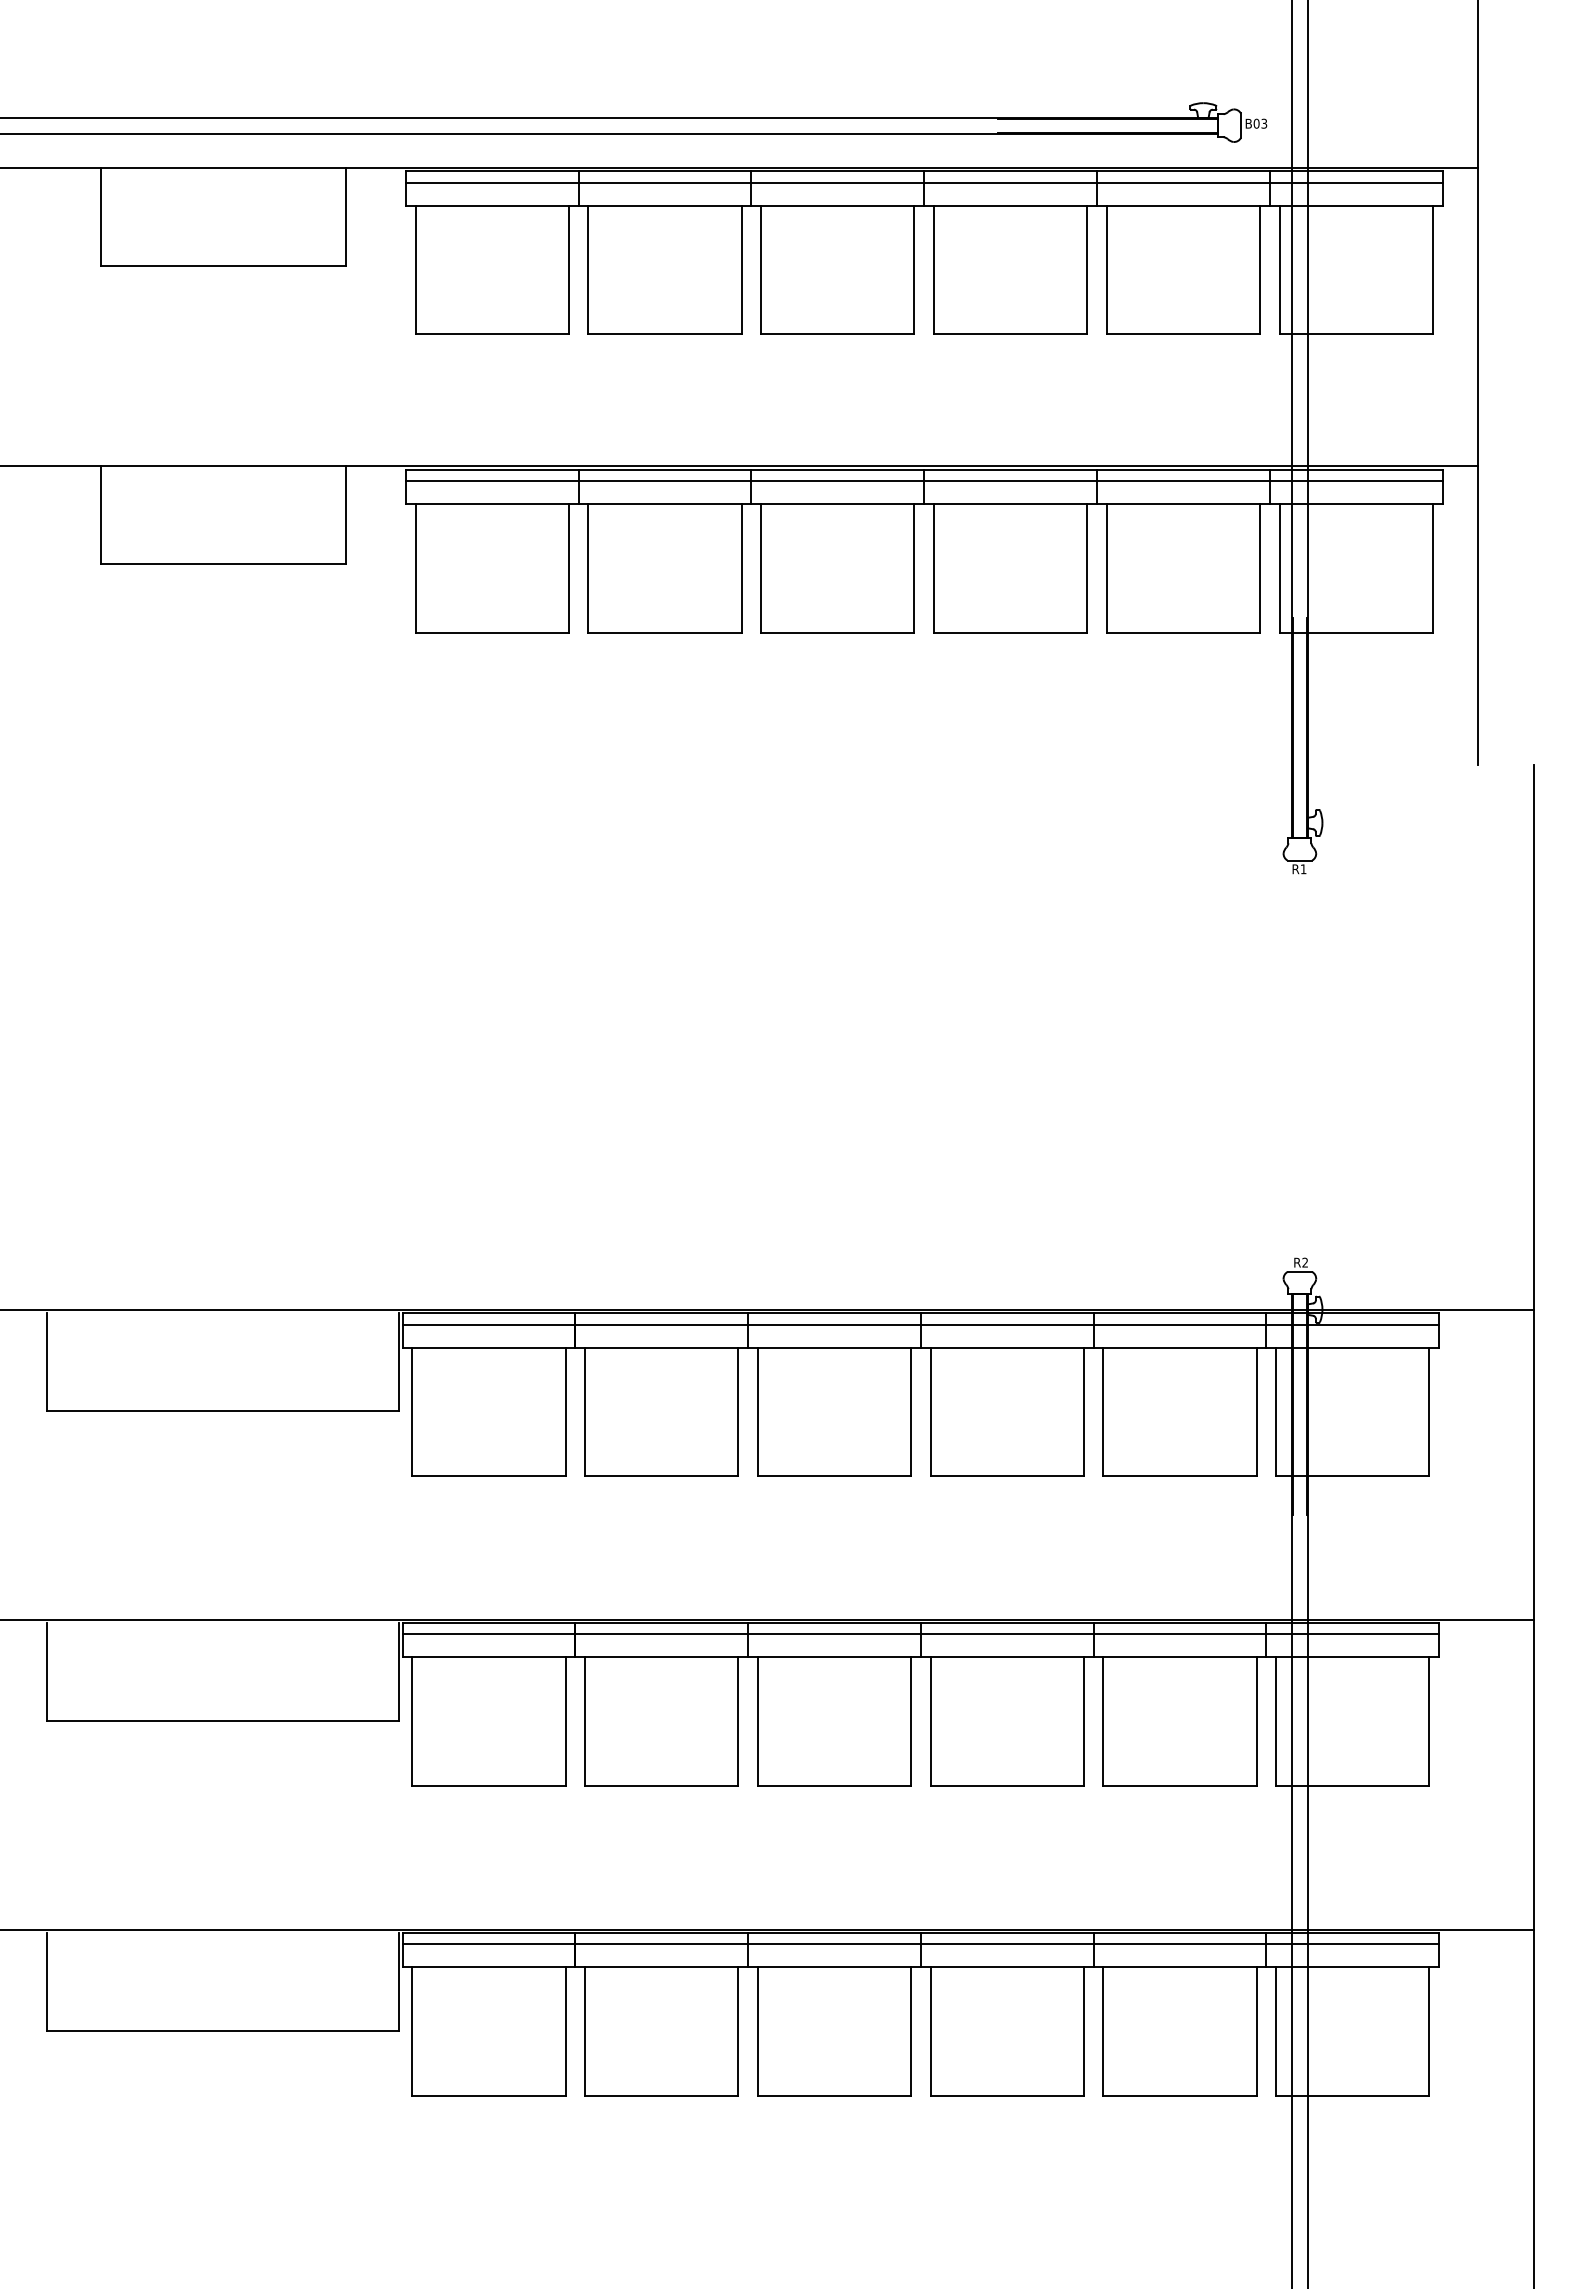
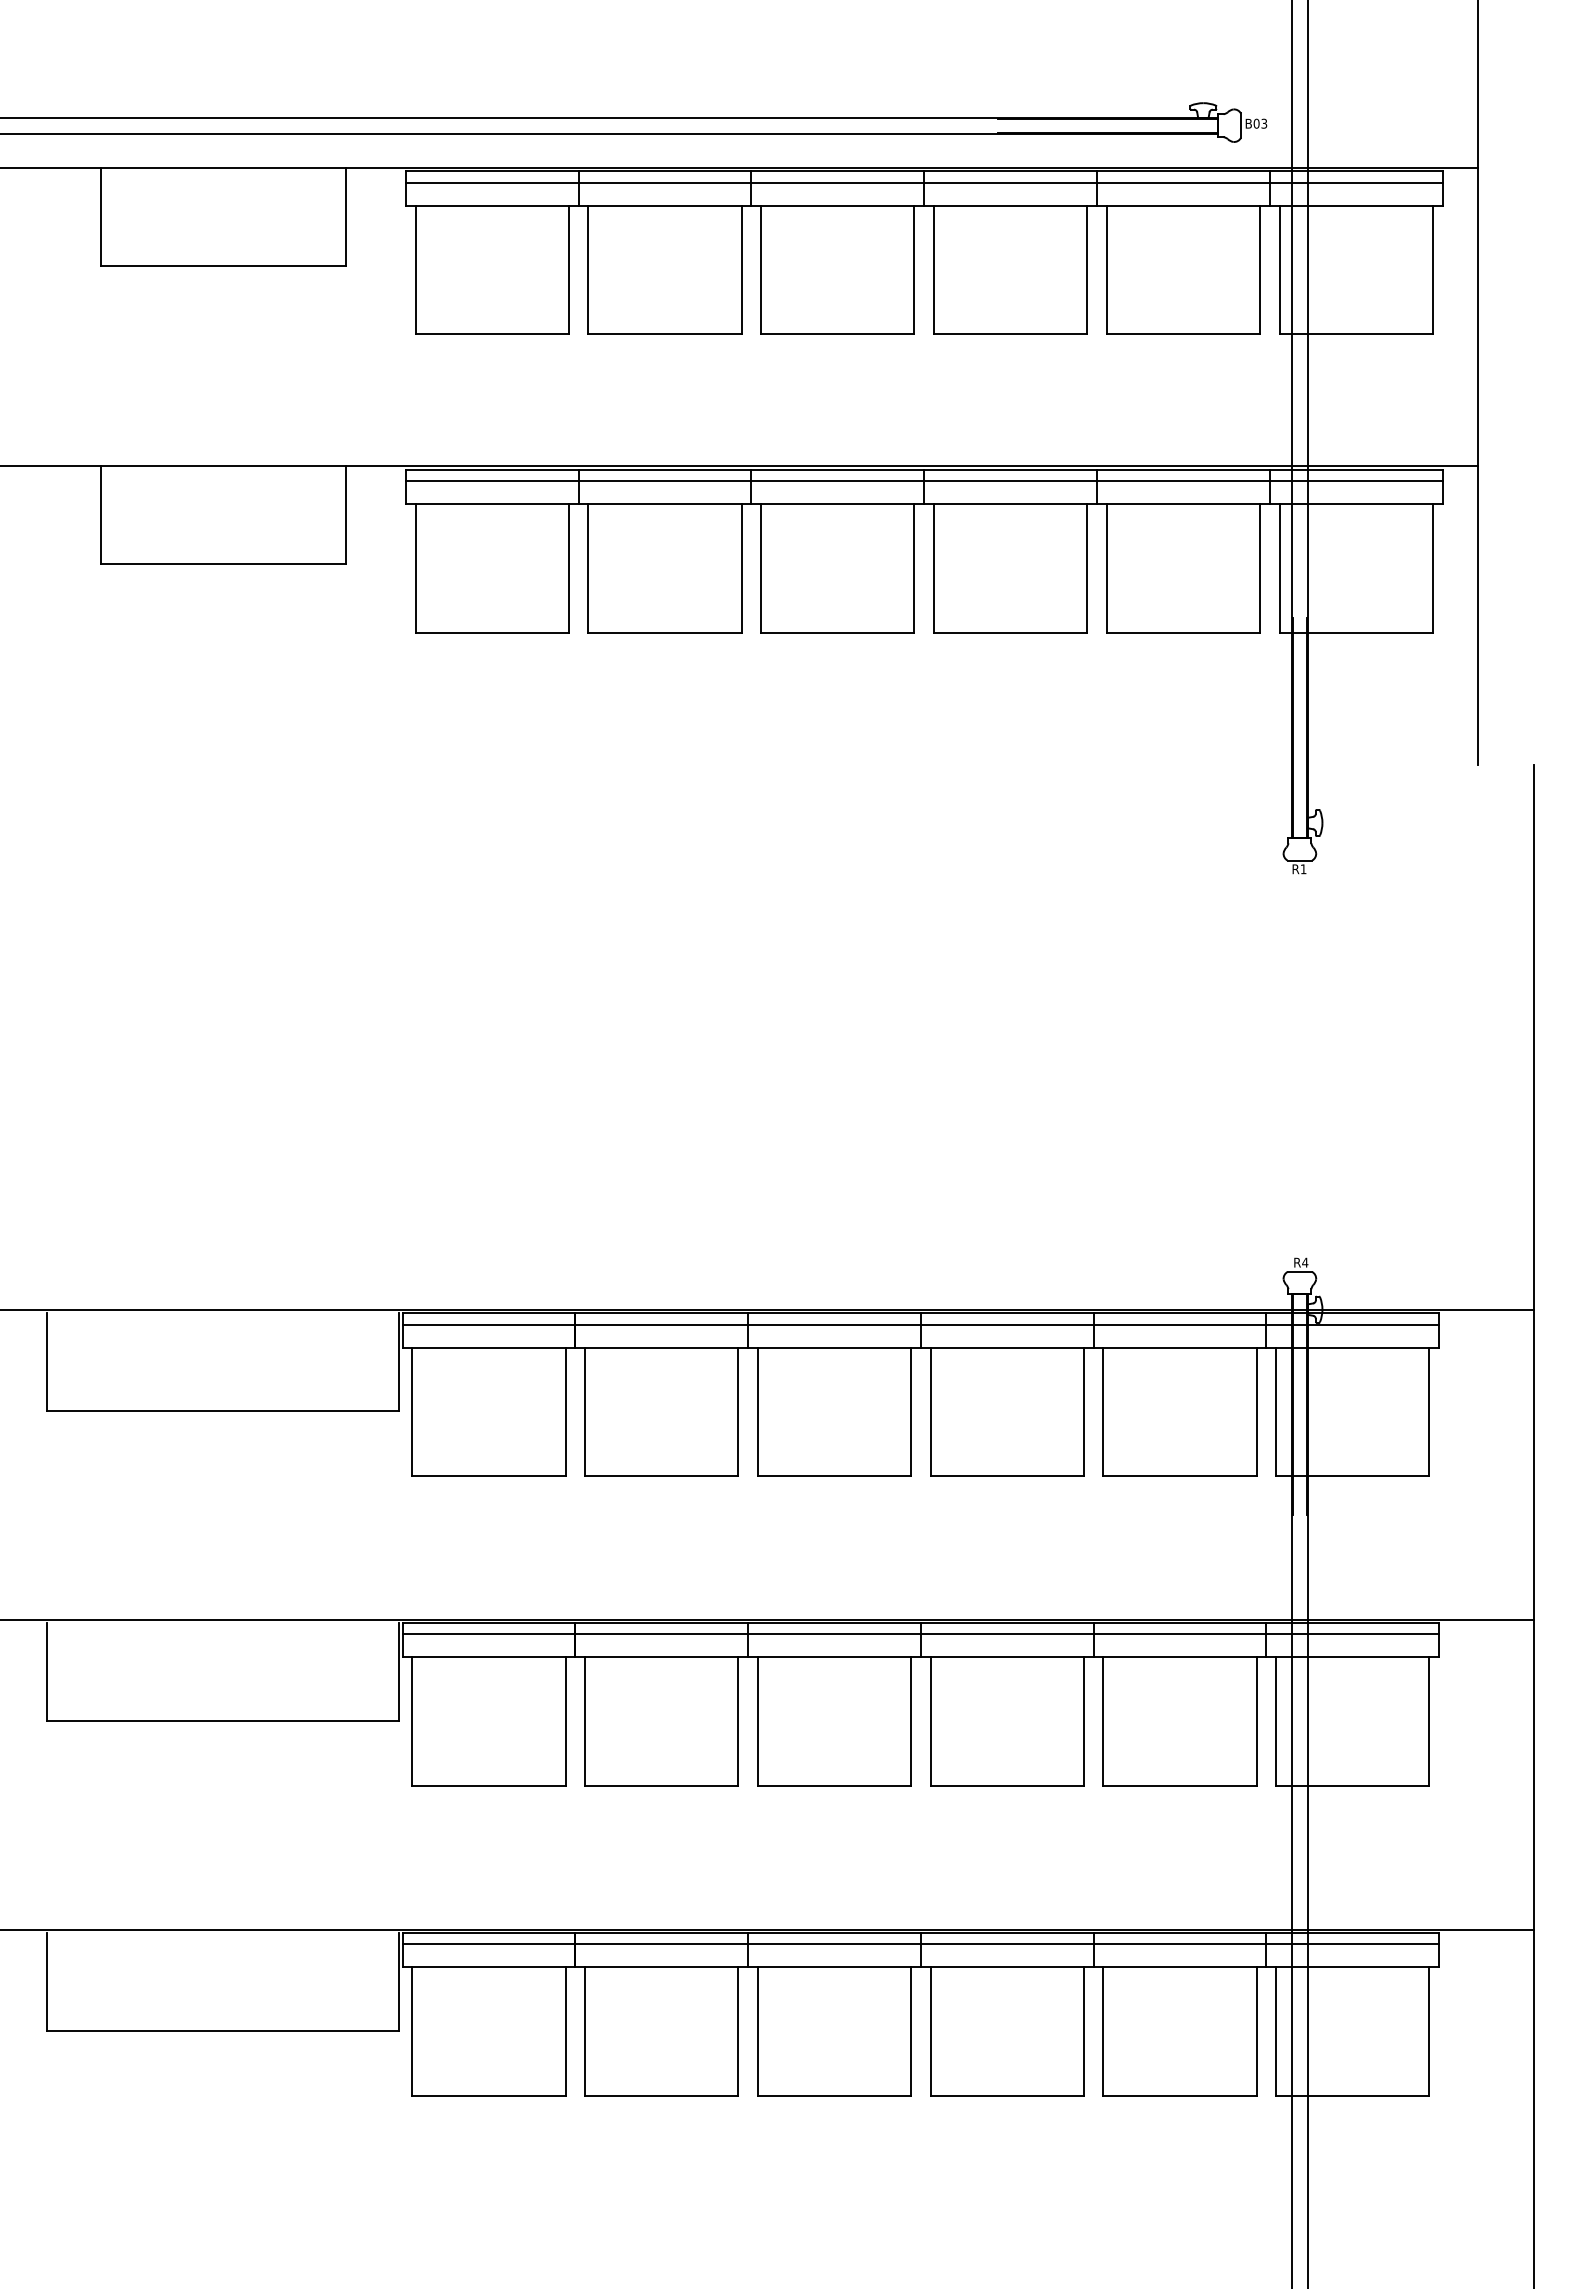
text at (1305, 1262): R2 -> R4
